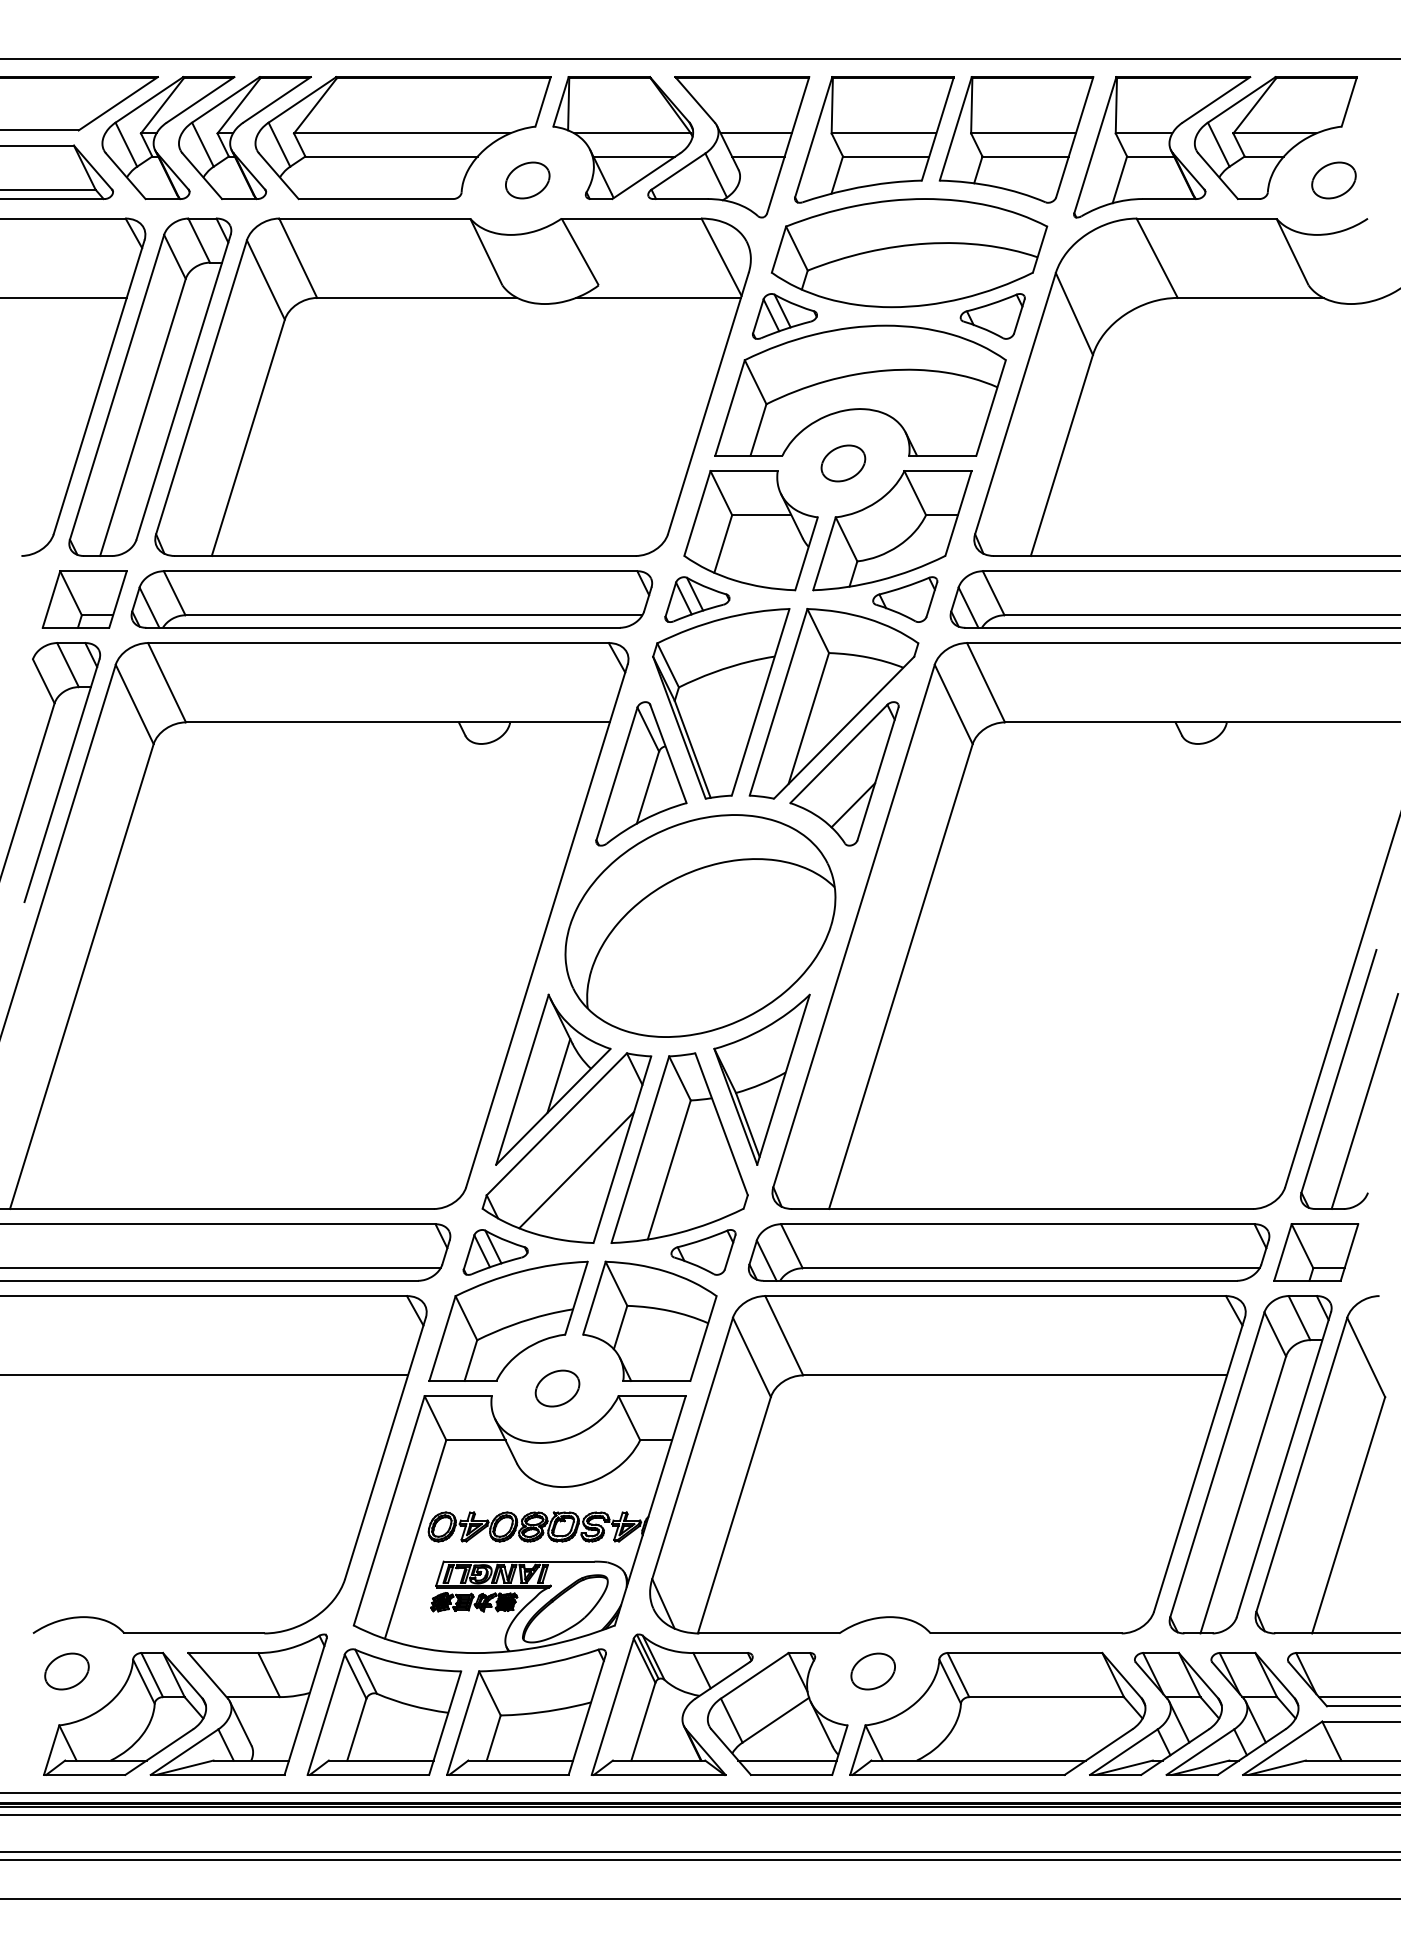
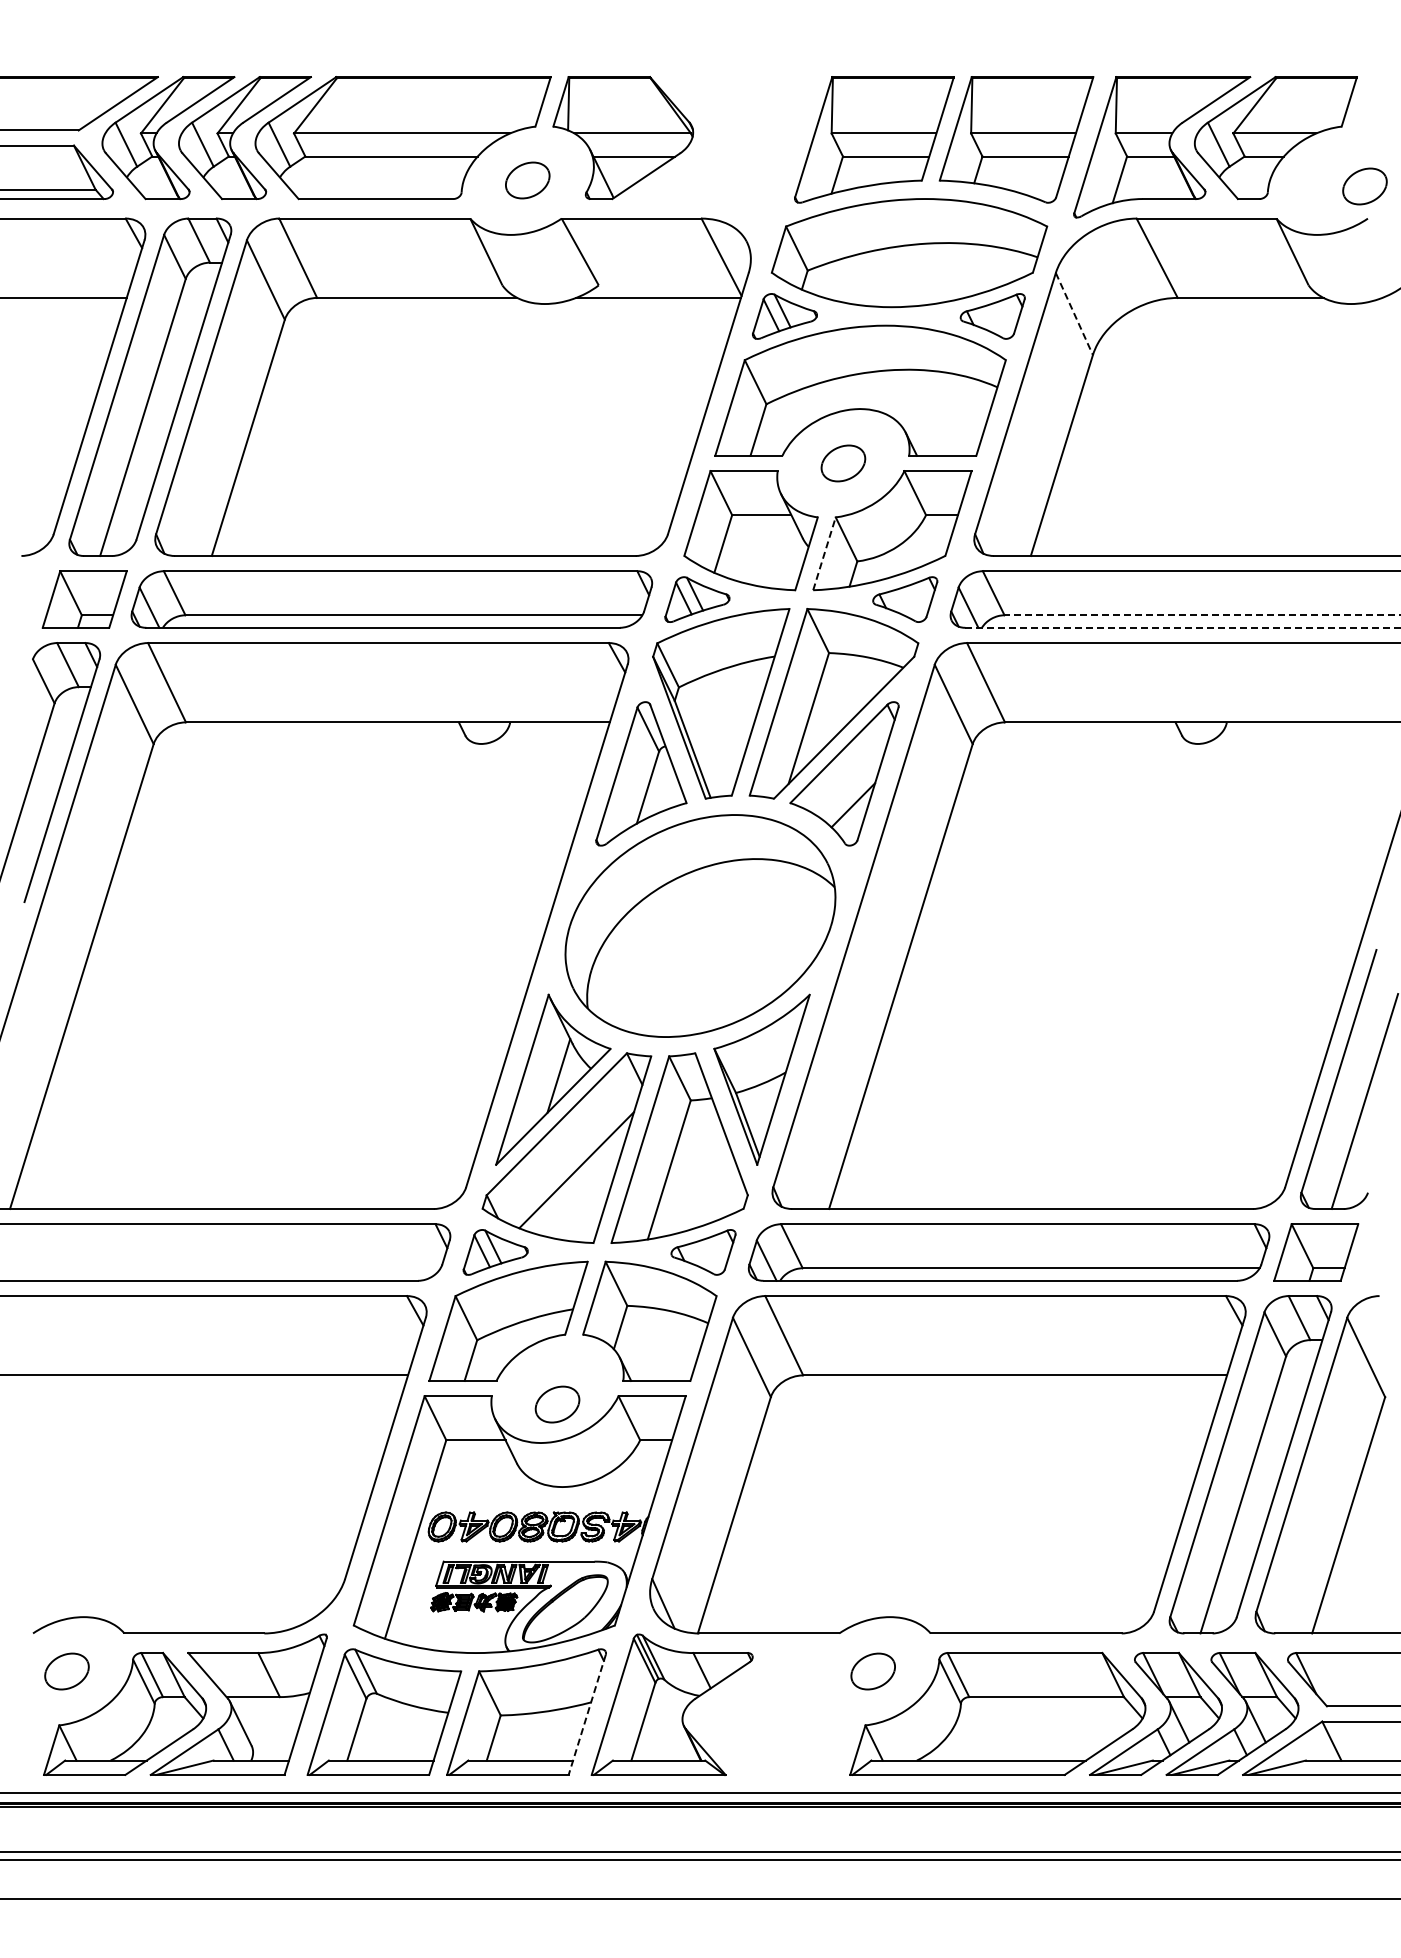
line at (699, 58): present -> none
part at (728, 147): present -> none
part at (1333, 180) position: (1333, 180) -> (1364, 186)
line at (1074, 314): solid -> dashed
line at (824, 553): solid -> dashed
line at (1202, 615): solid -> dashed
line at (1183, 627): solid -> dashed
line at (221, 1268): present -> none
part at (557, 1388) position: (557, 1388) -> (557, 1404)
line at (1357, 1697): present -> none
part at (777, 1713): present -> none
line at (587, 1714): solid -> dashed
line at (699, 1815): present -> none
